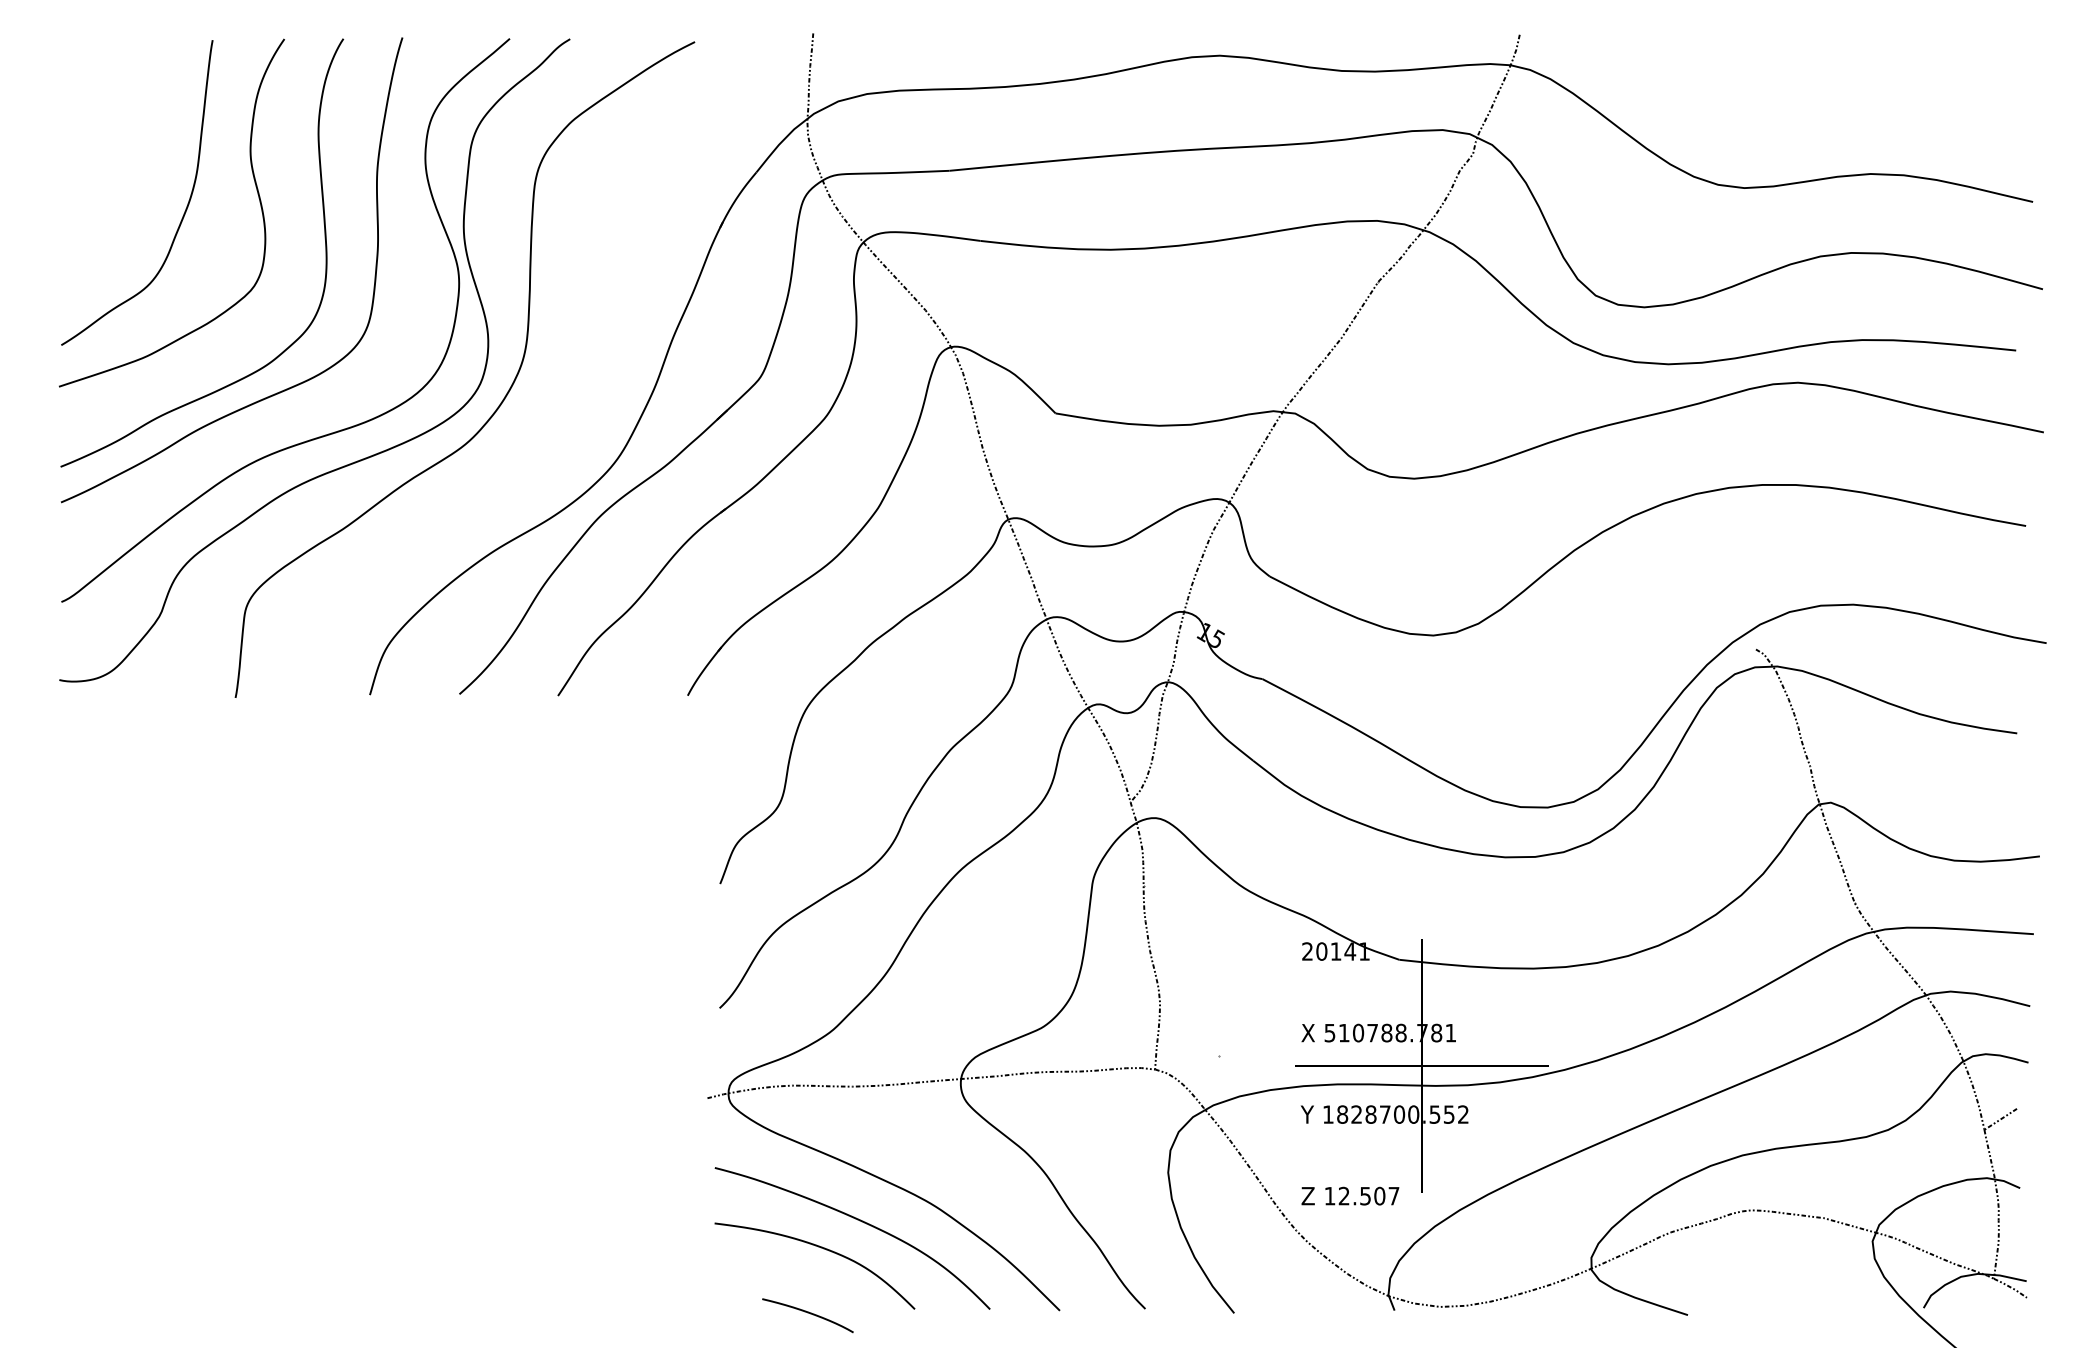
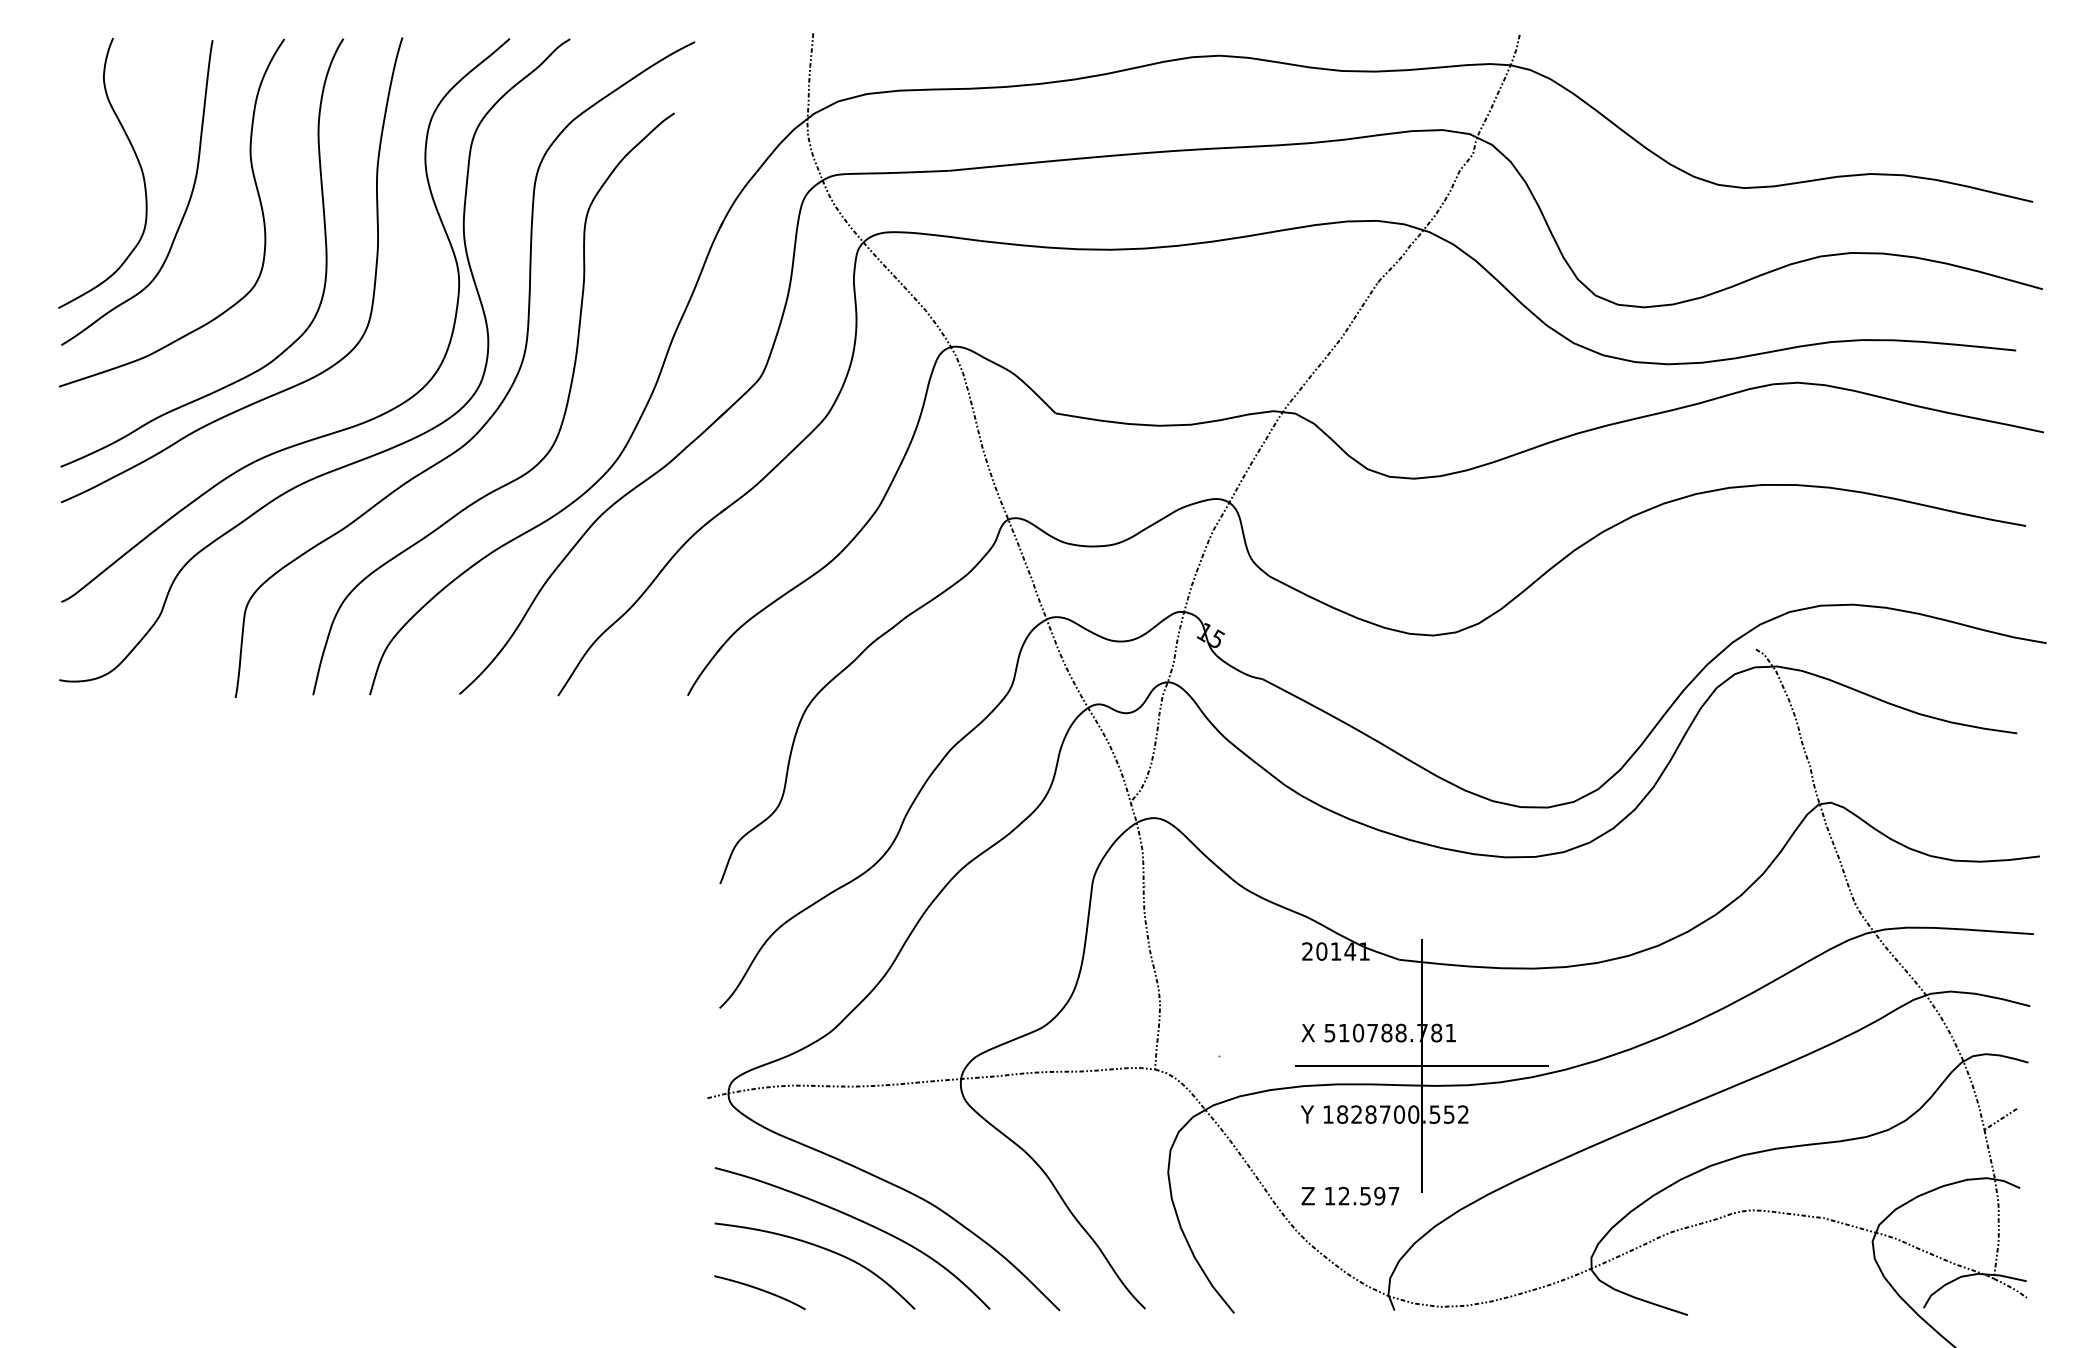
curve at (135, 156): none -> present
curve at (560, 424): none -> present
text at (1379, 1196): 12.507 -> 12.597
curve at (807, 1313) position: (807, 1313) -> (759, 1290)
